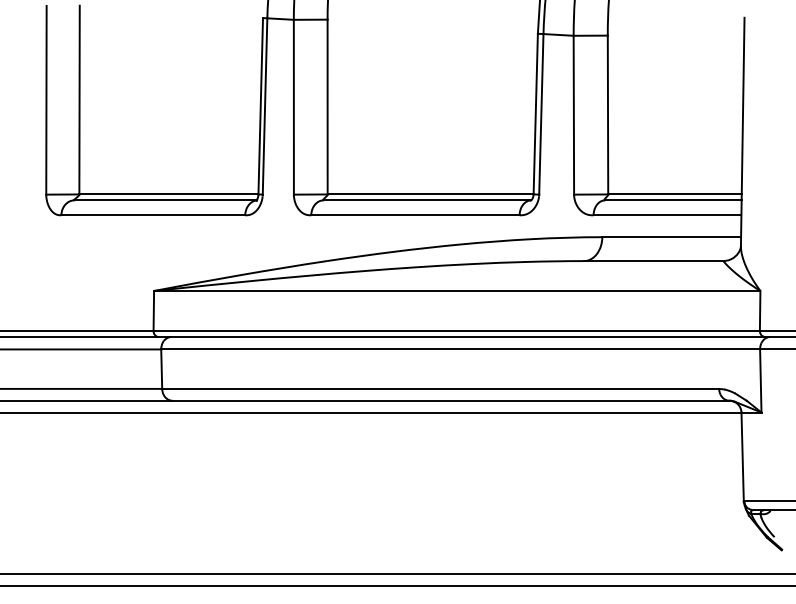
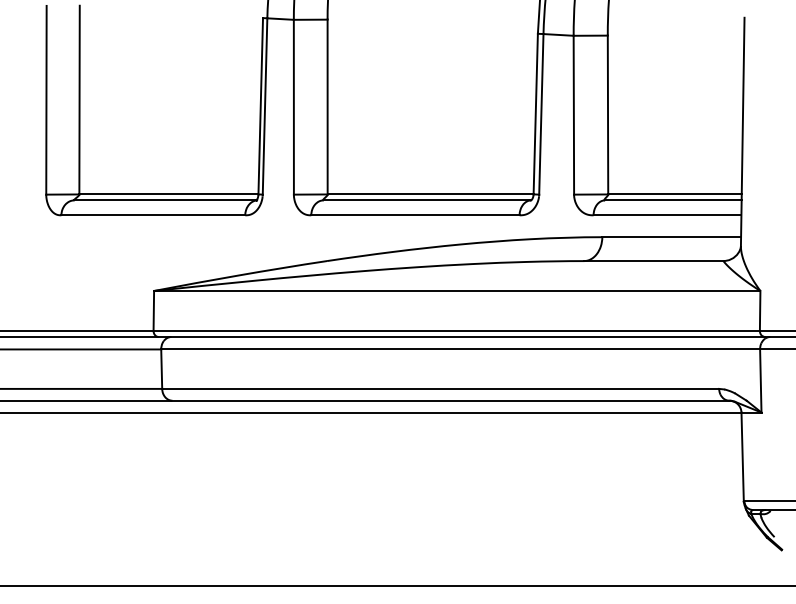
line at (397, 574): present -> none
